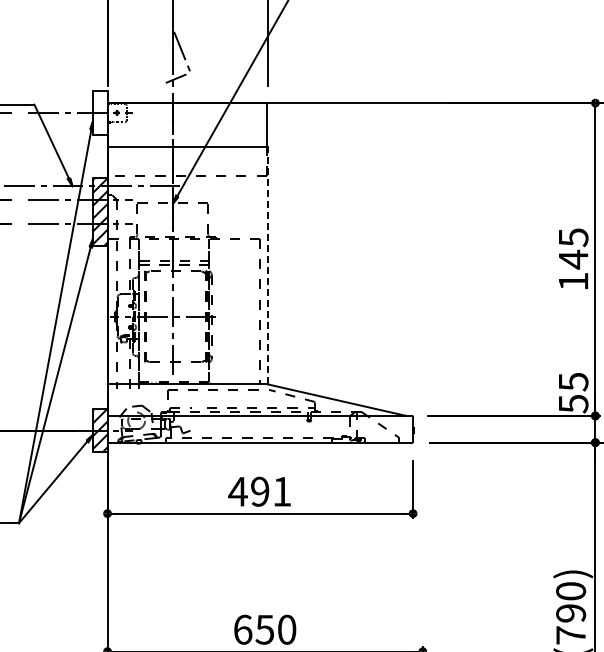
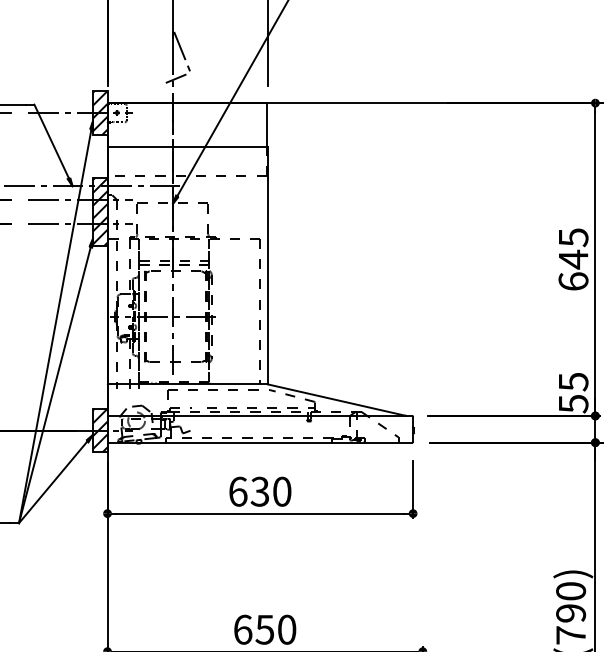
hatch at (99, 112): none -> present
line at (267, 265): dashed -> solid
text at (573, 281): 145 -> 645
text at (259, 491): 491 -> 630
